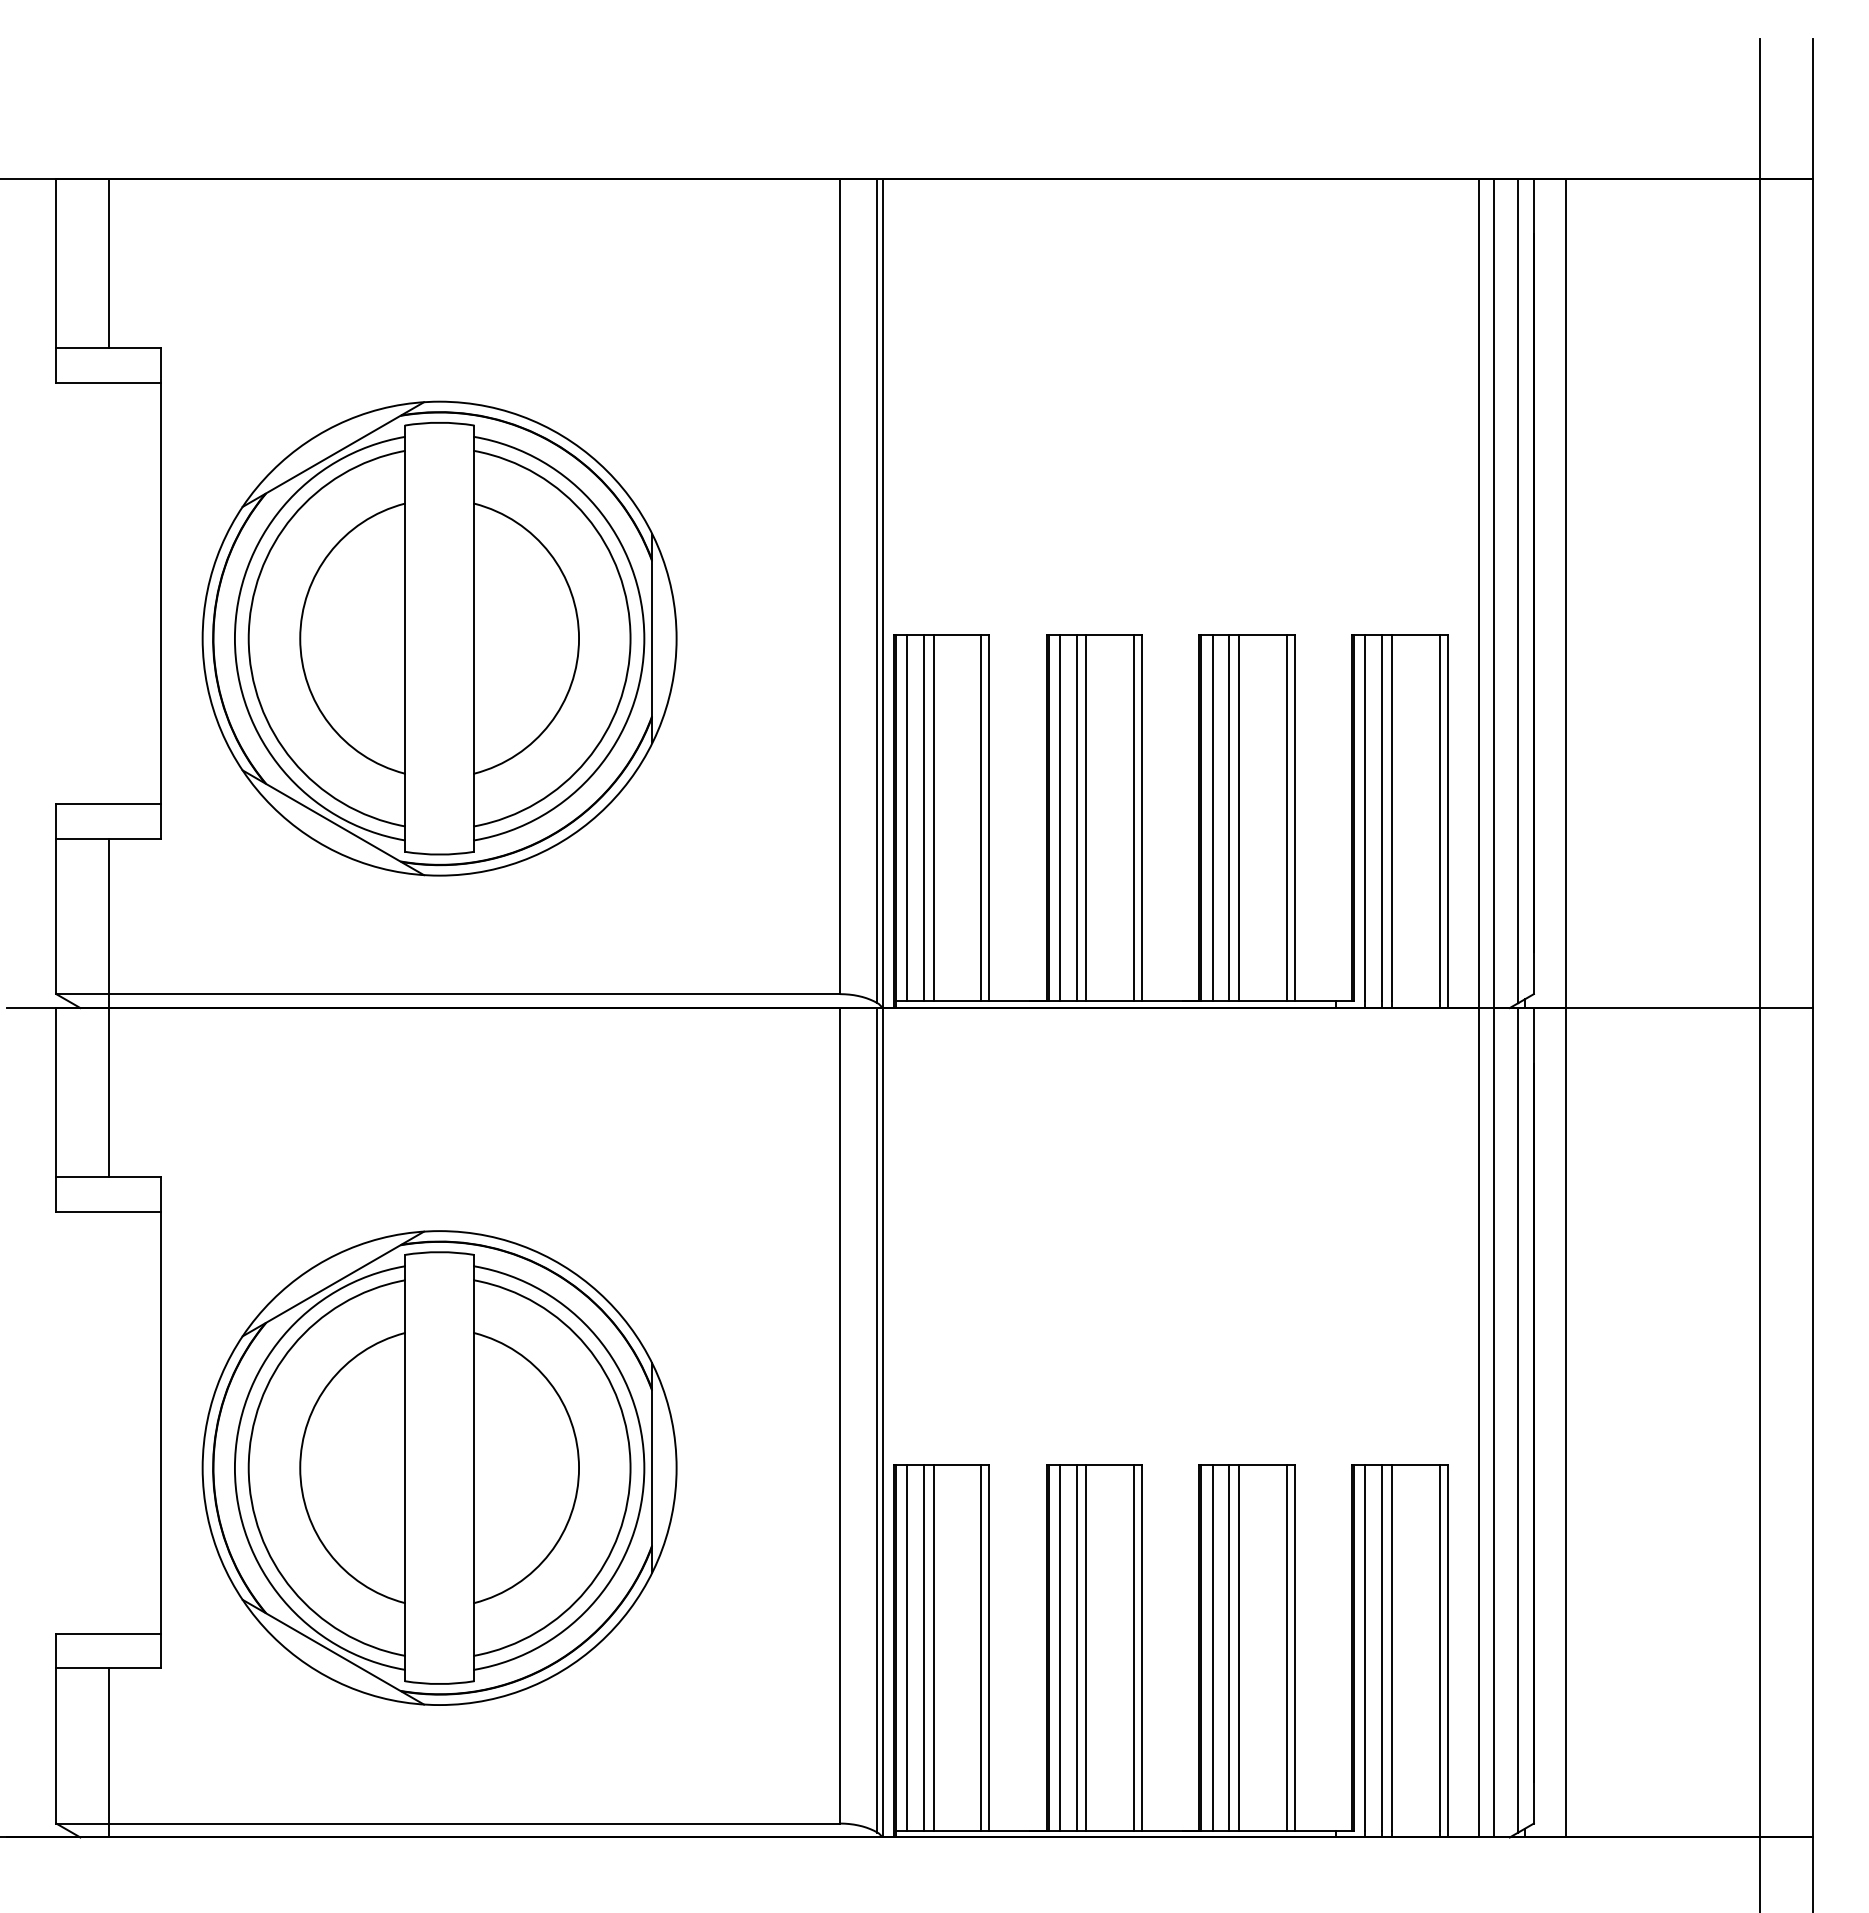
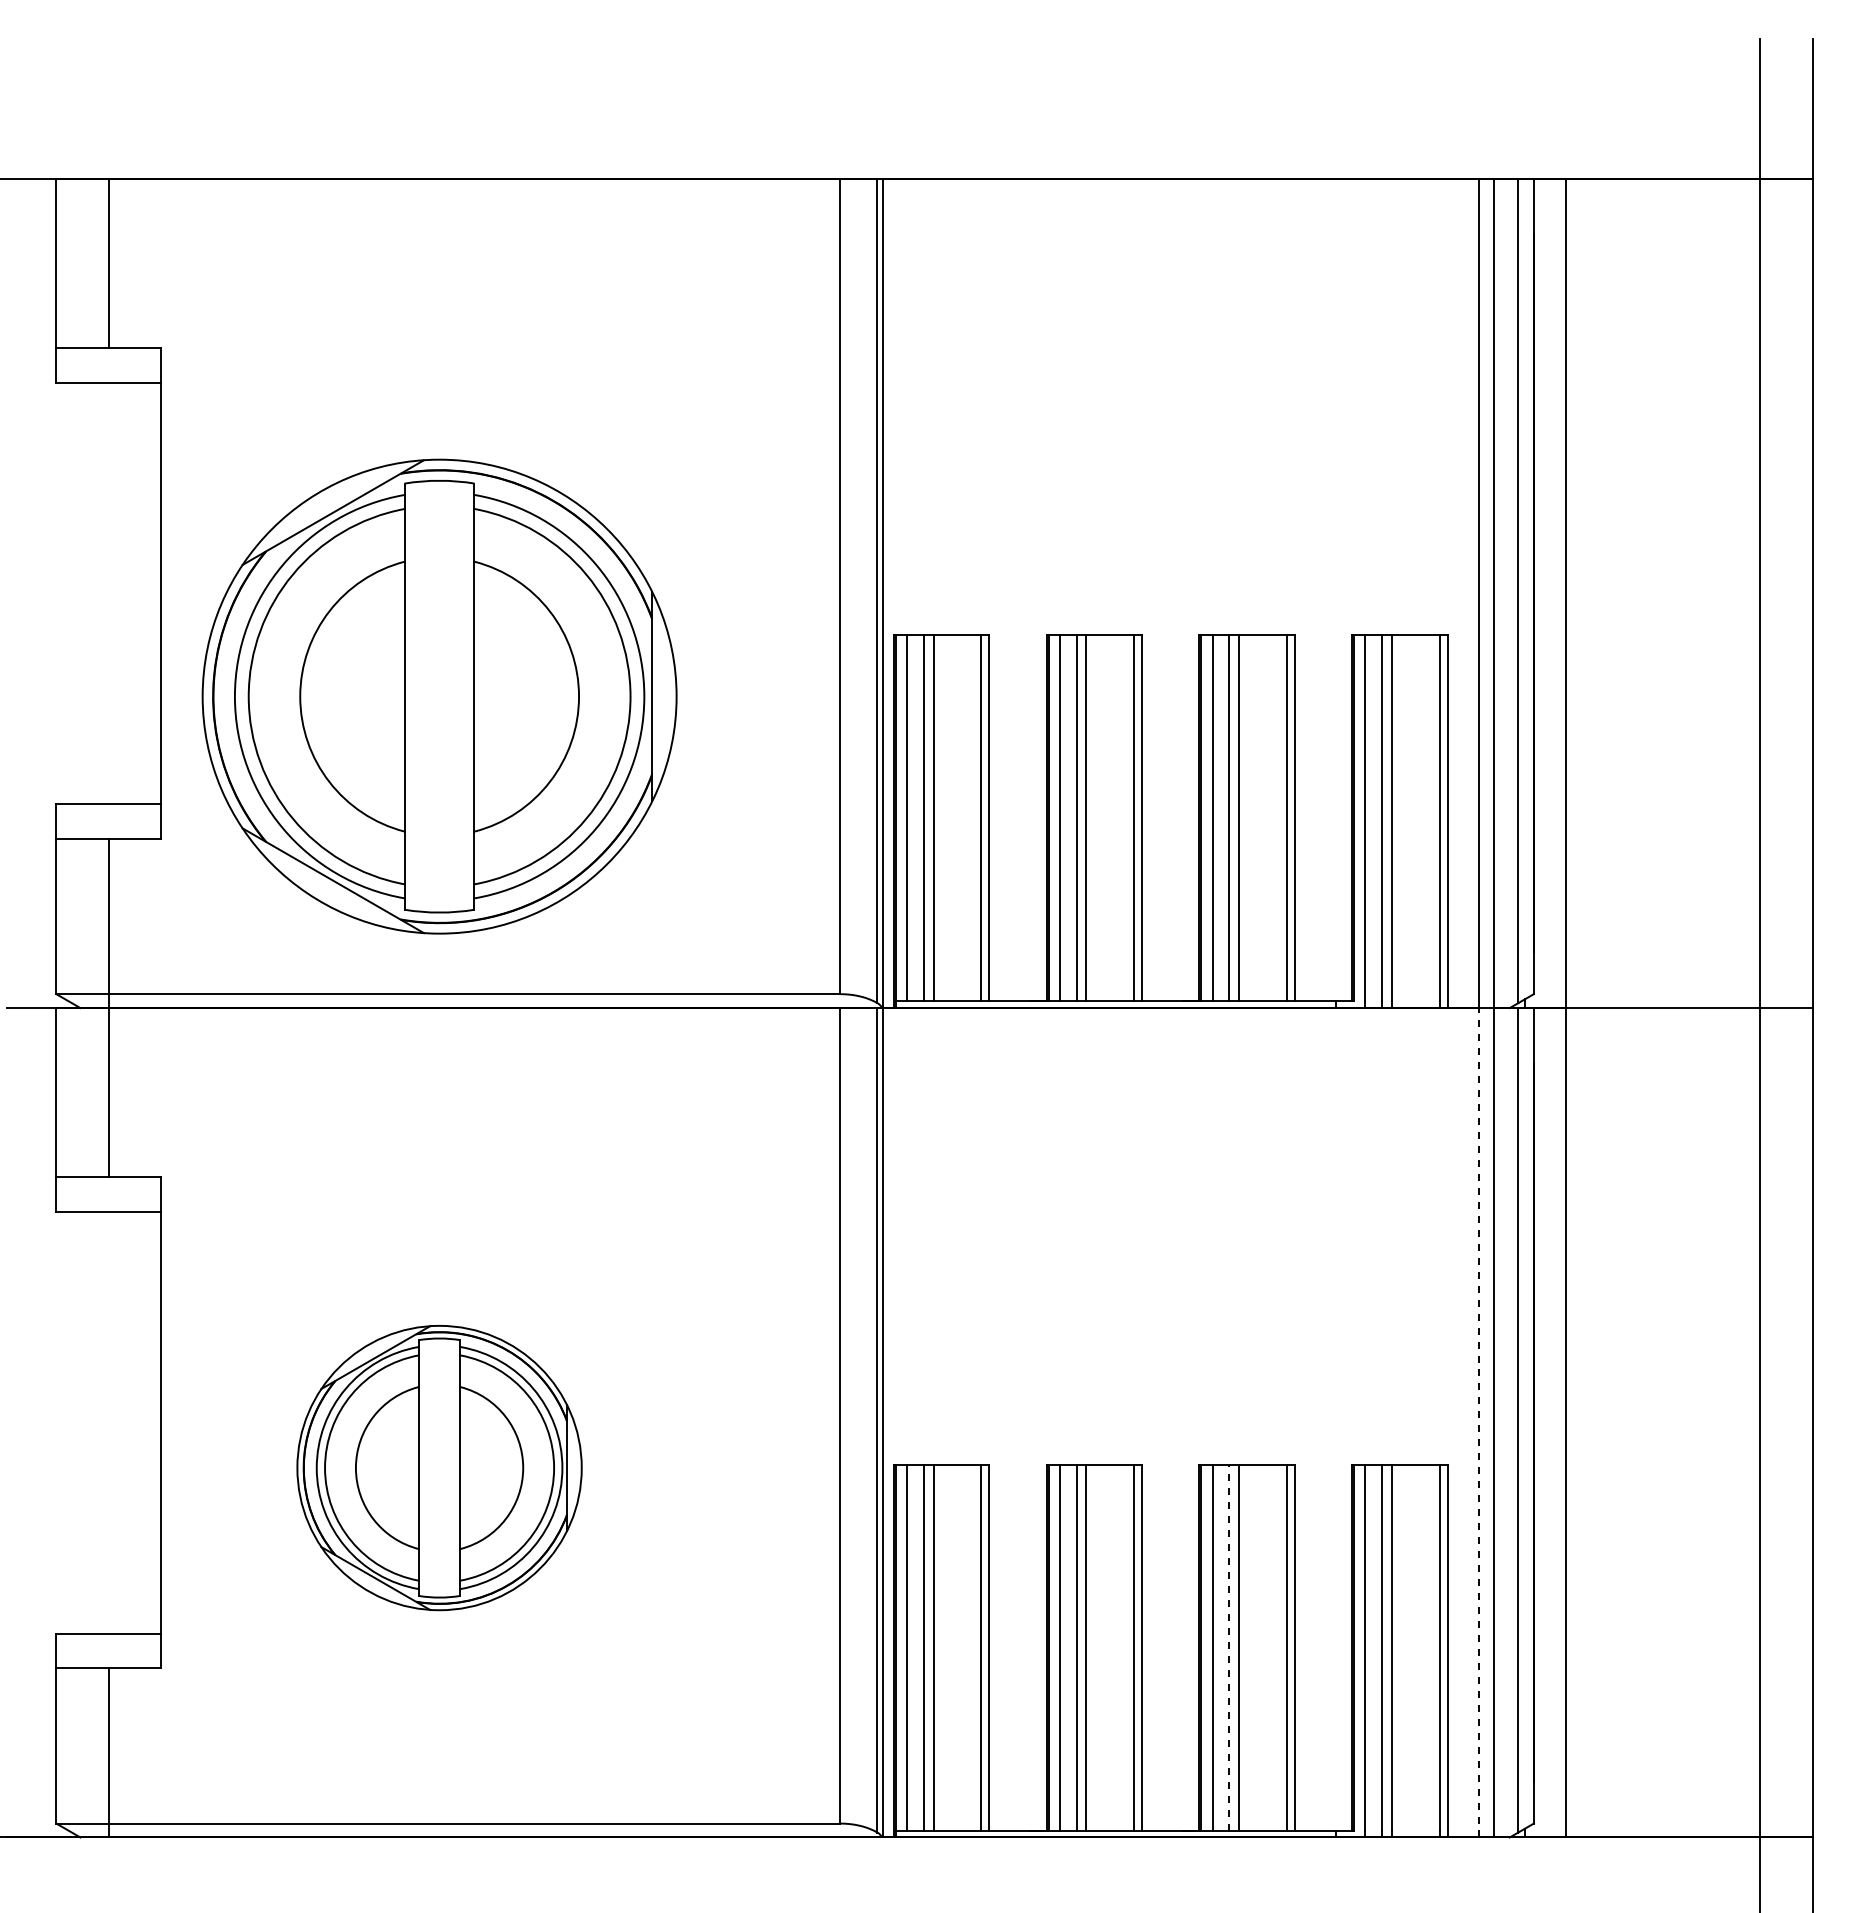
part at (439, 638) position: (439, 638) -> (439, 696)
line at (1478, 1422): solid -> dashed
part at (439, 1467) size: 477x476 px -> 287x287 px
line at (1229, 1647): solid -> dashed
